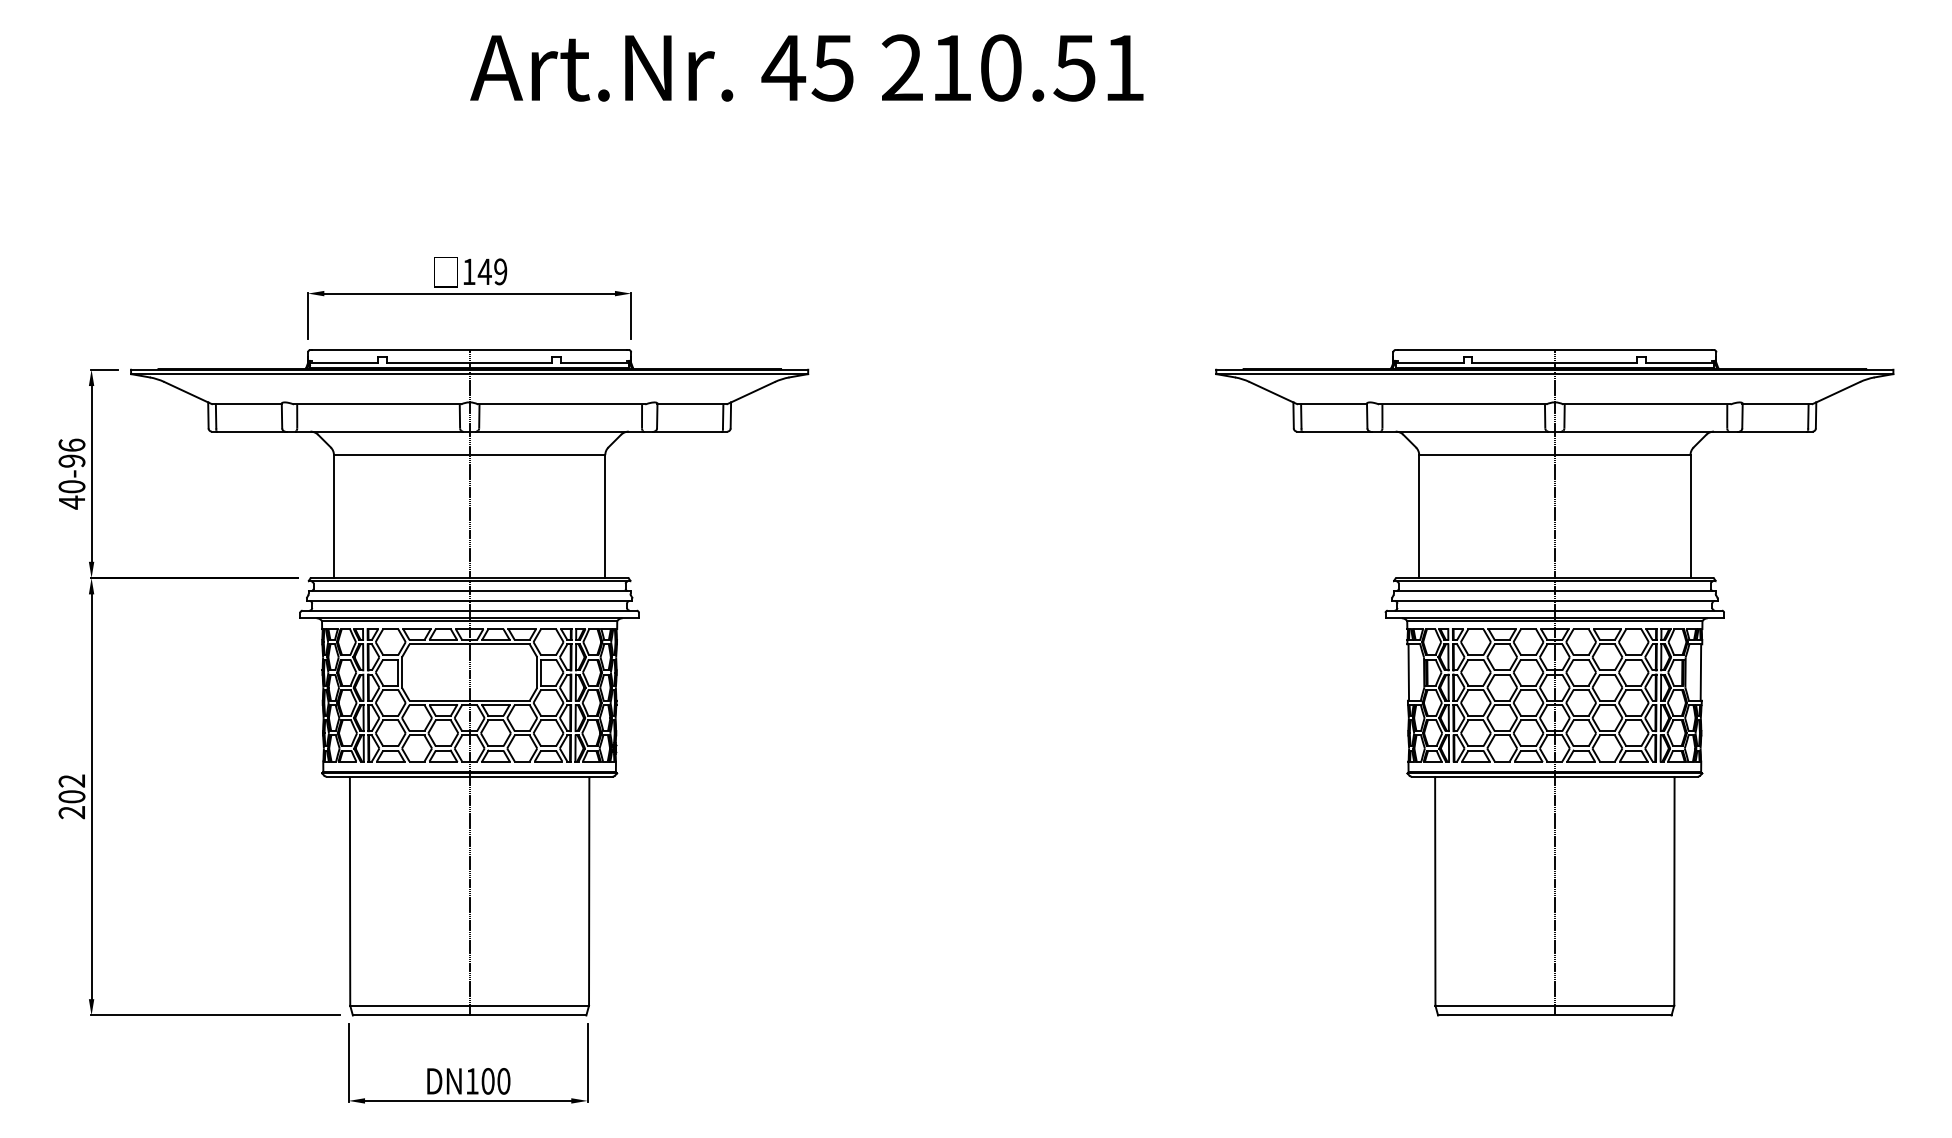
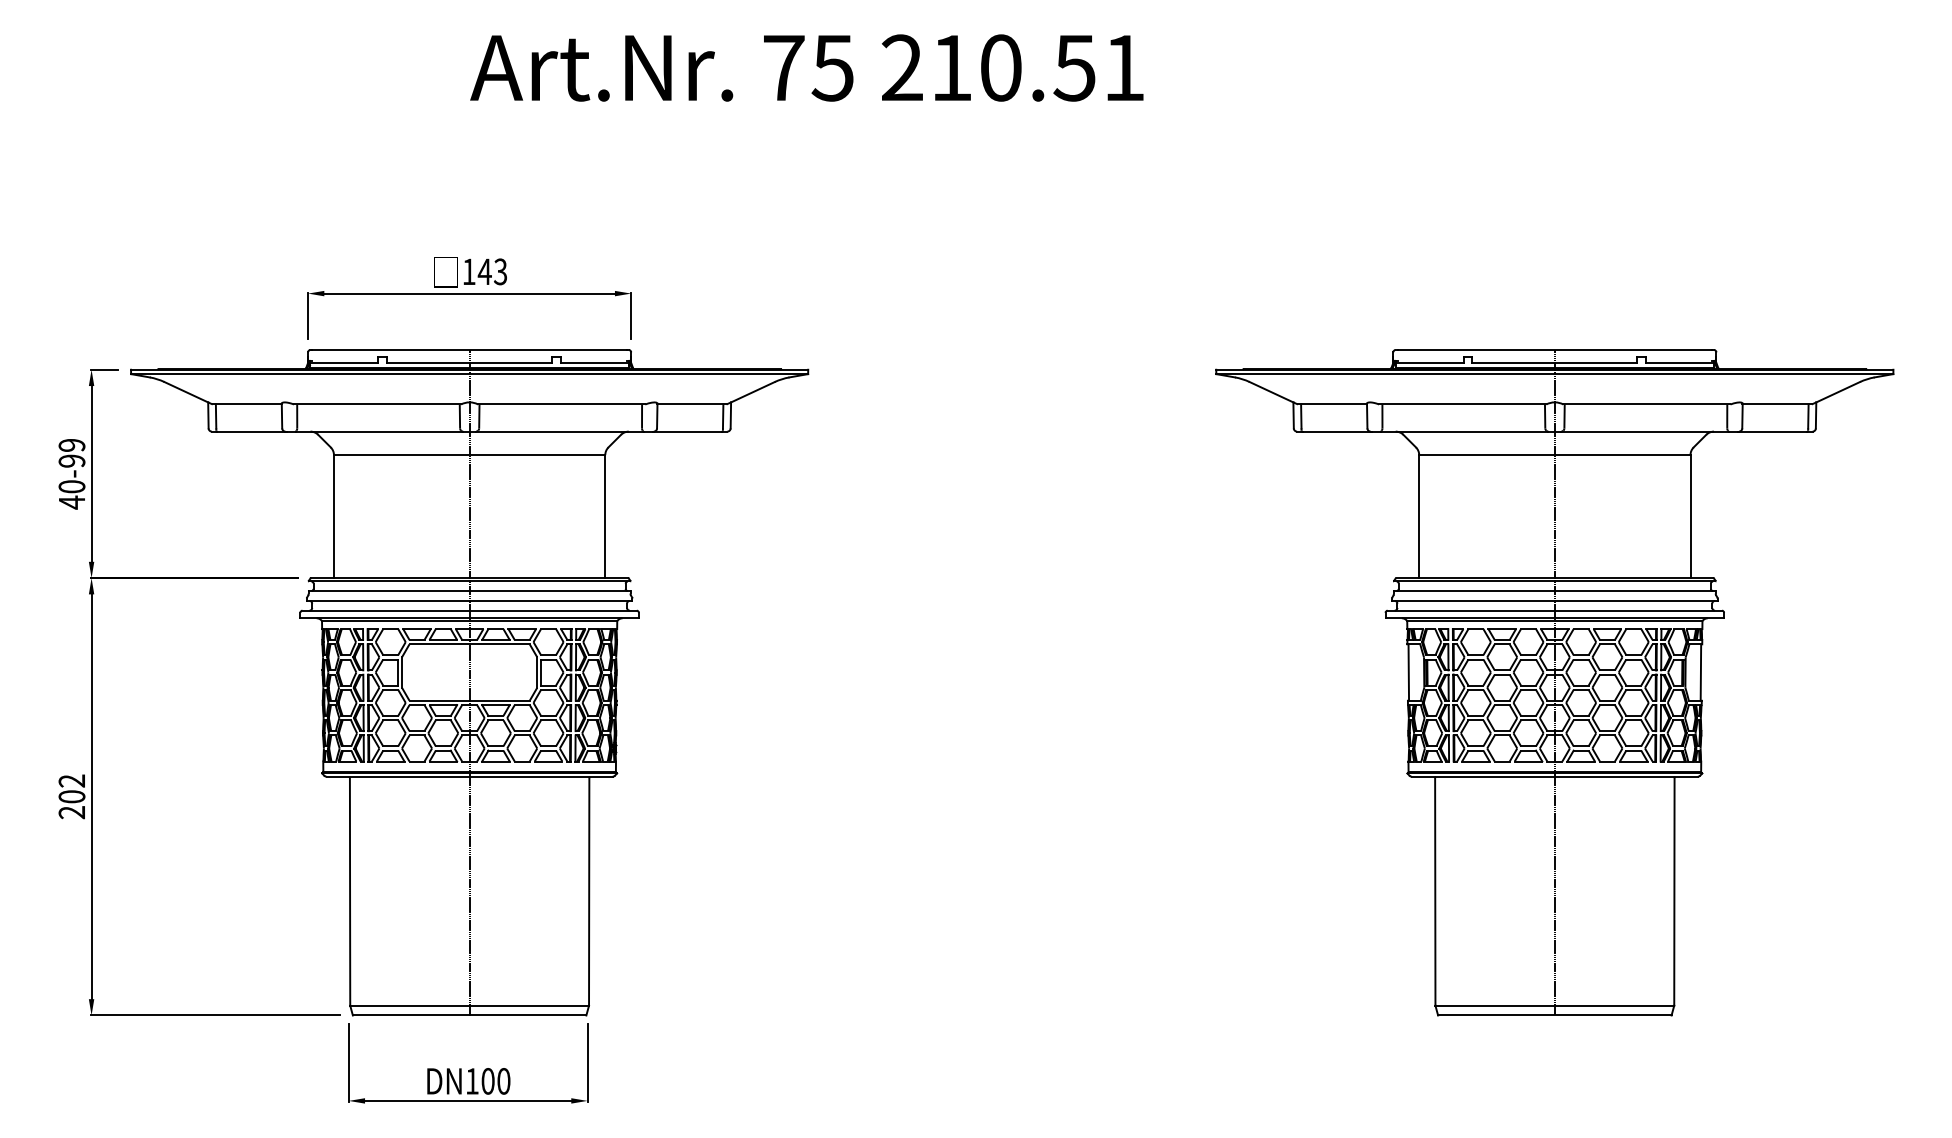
text at (783, 67): 45 -> 75
text at (500, 271): 149 -> 143
text at (71, 444): 40-96 -> 40-99
